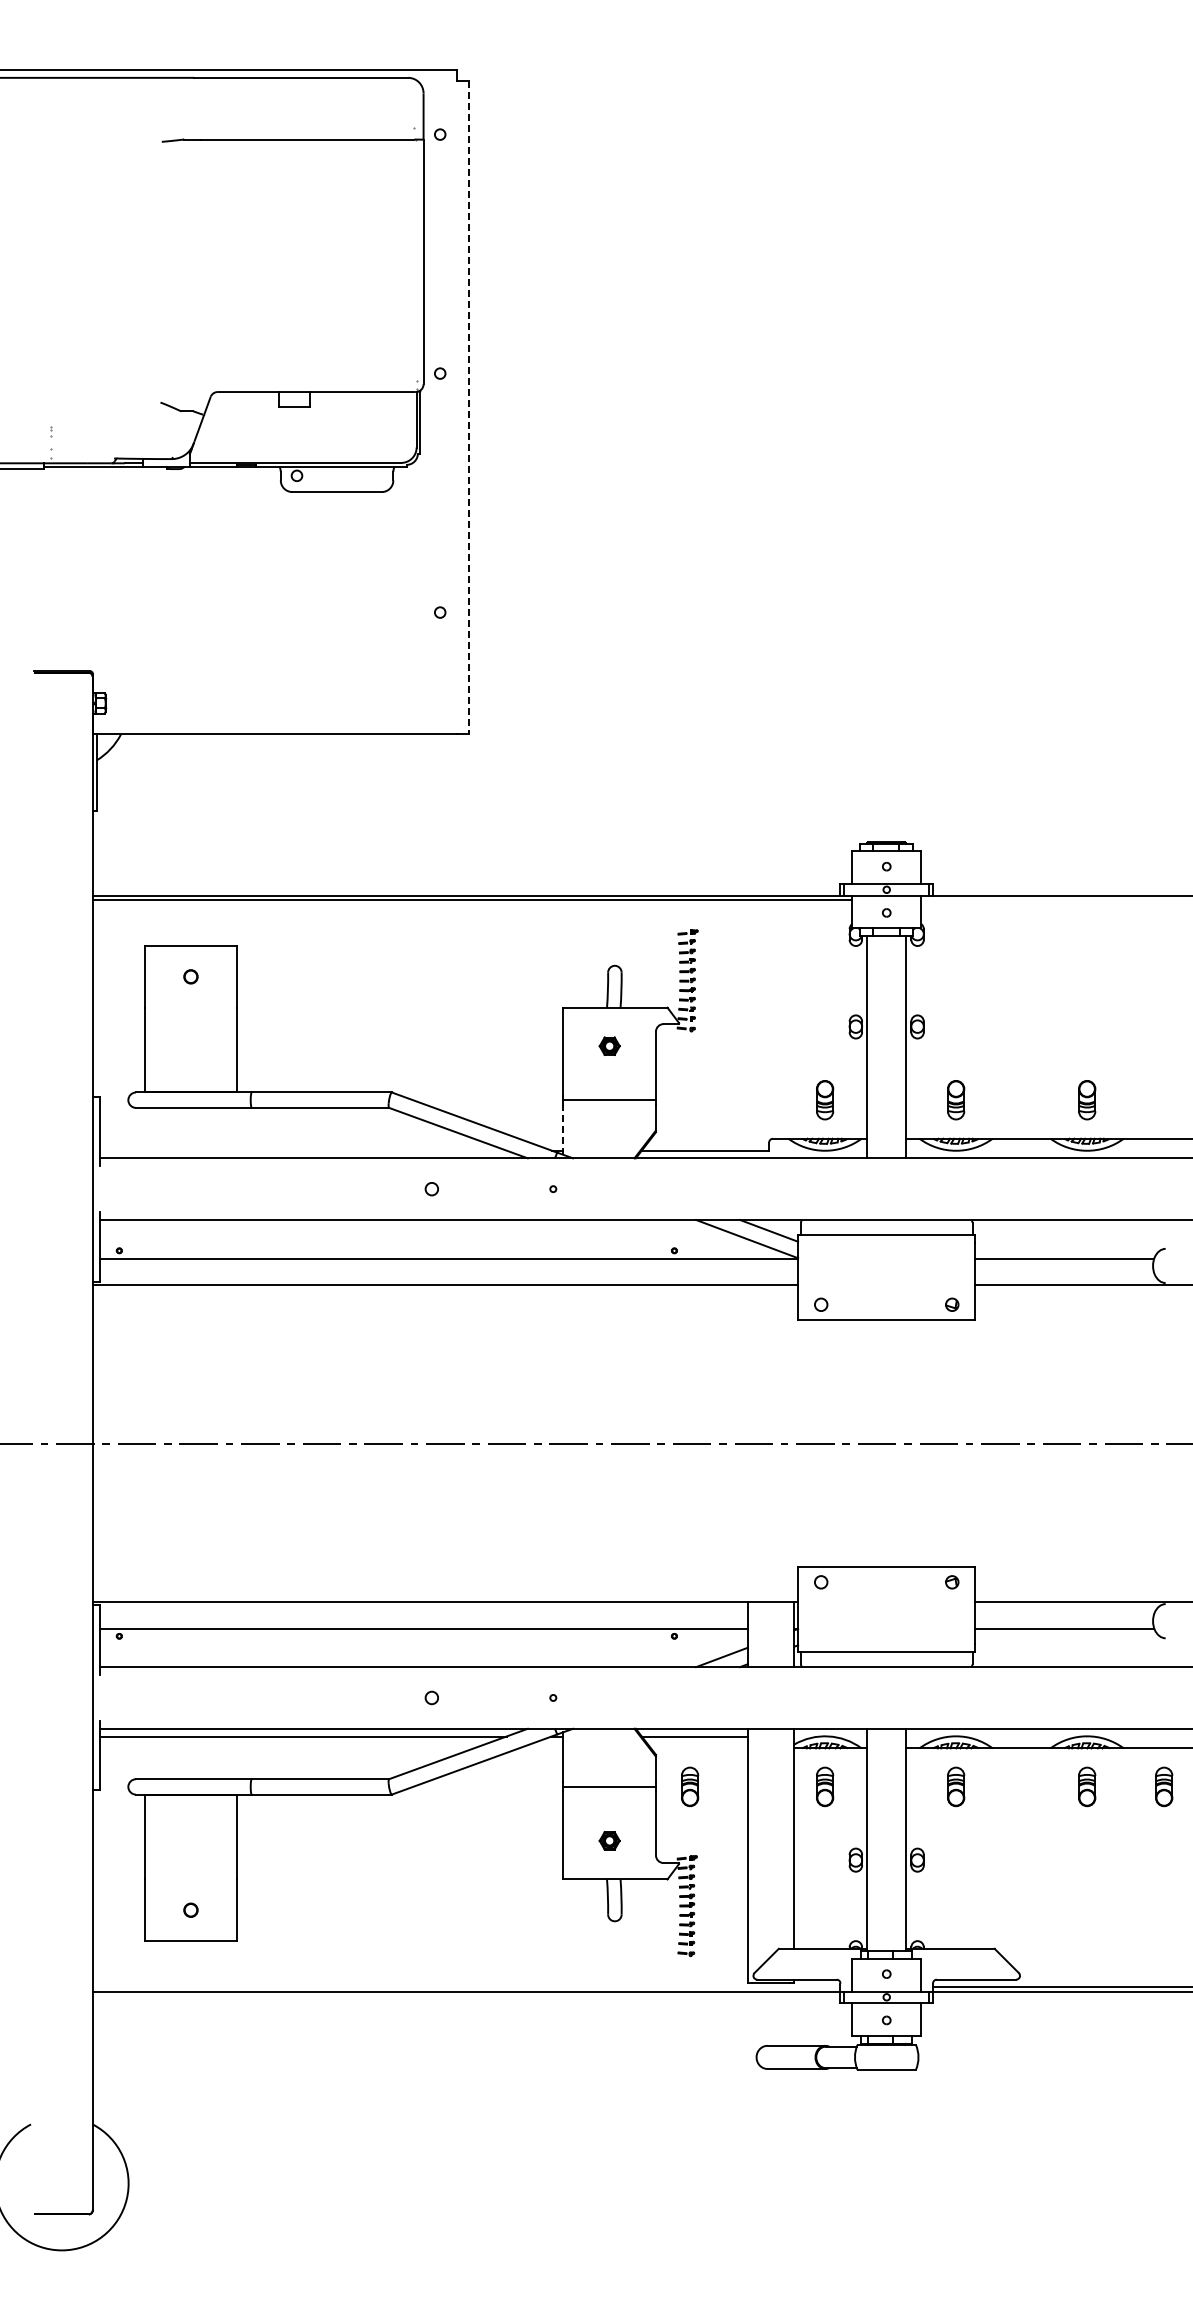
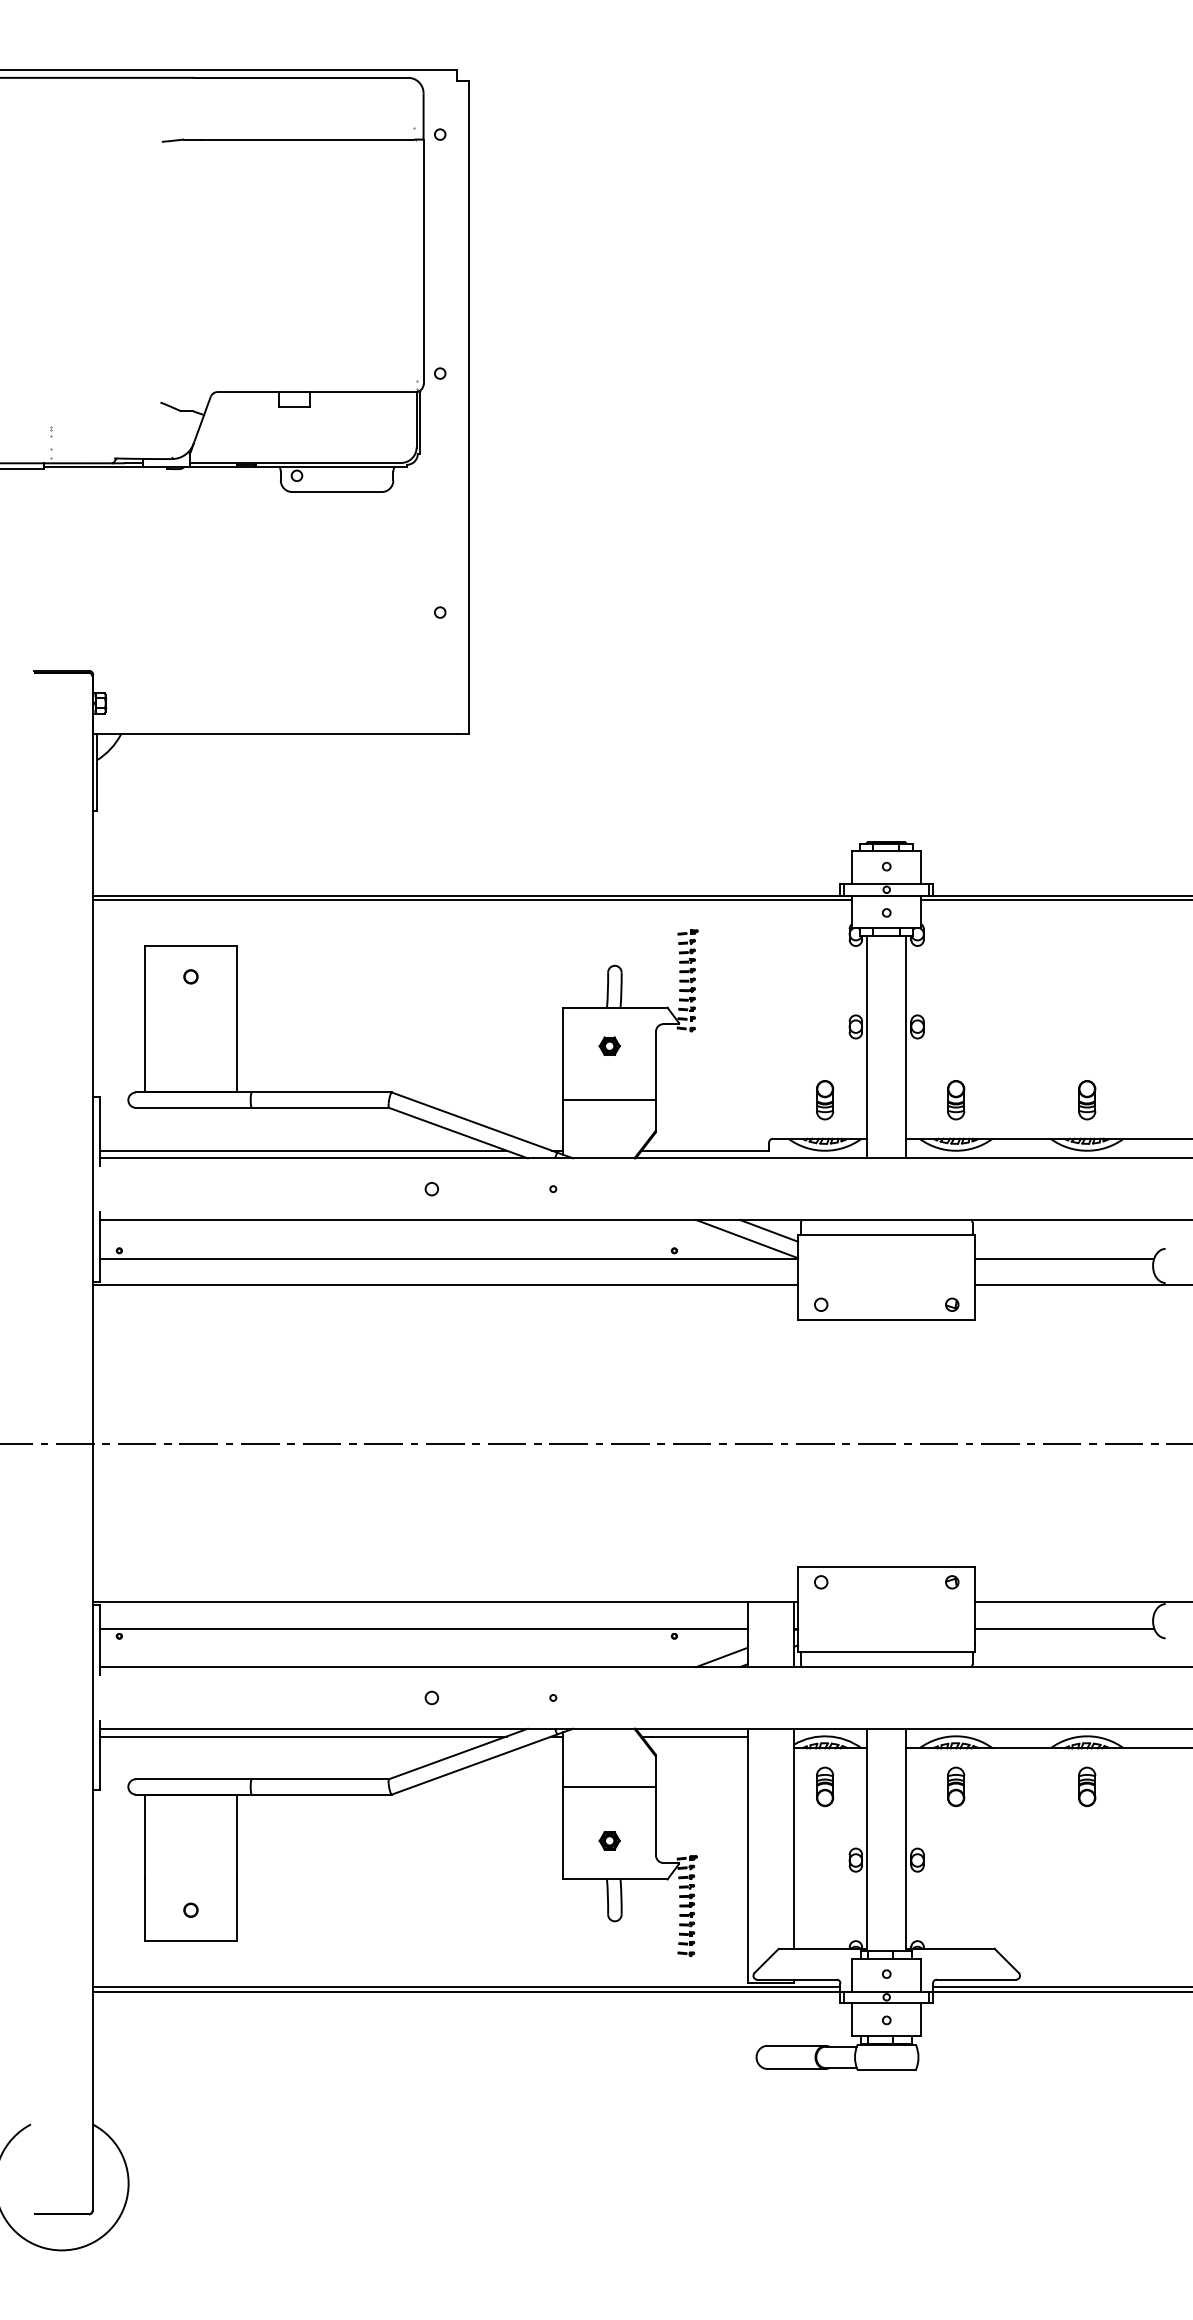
line at (468, 407): dashed -> solid
line at (1055, 899): none -> present
line at (563, 1129): dashed -> solid
line at (303, 1150): none -> present
part at (690, 1786): present -> none
part at (1164, 1786): present -> none
line at (466, 1987): none -> present
